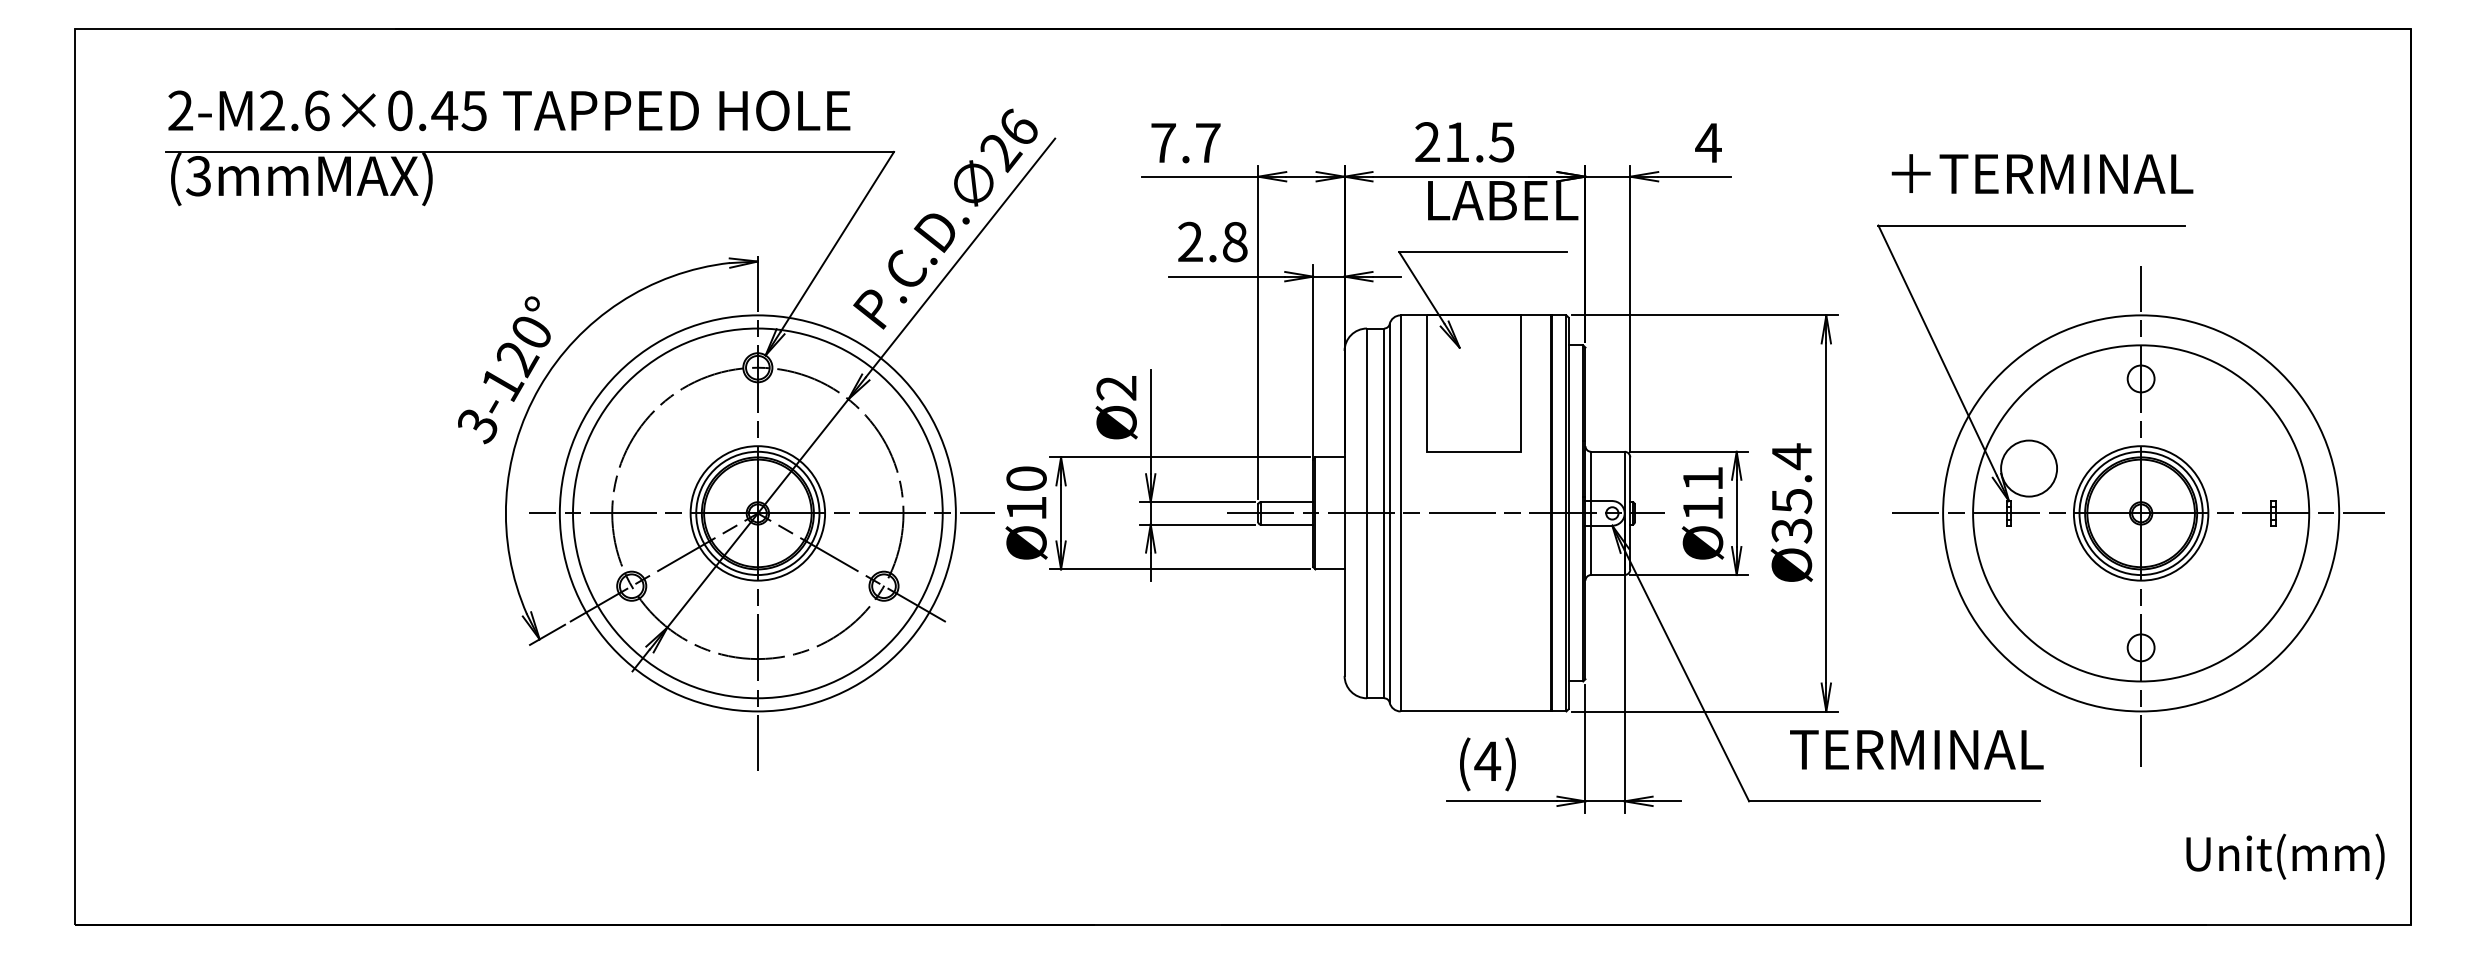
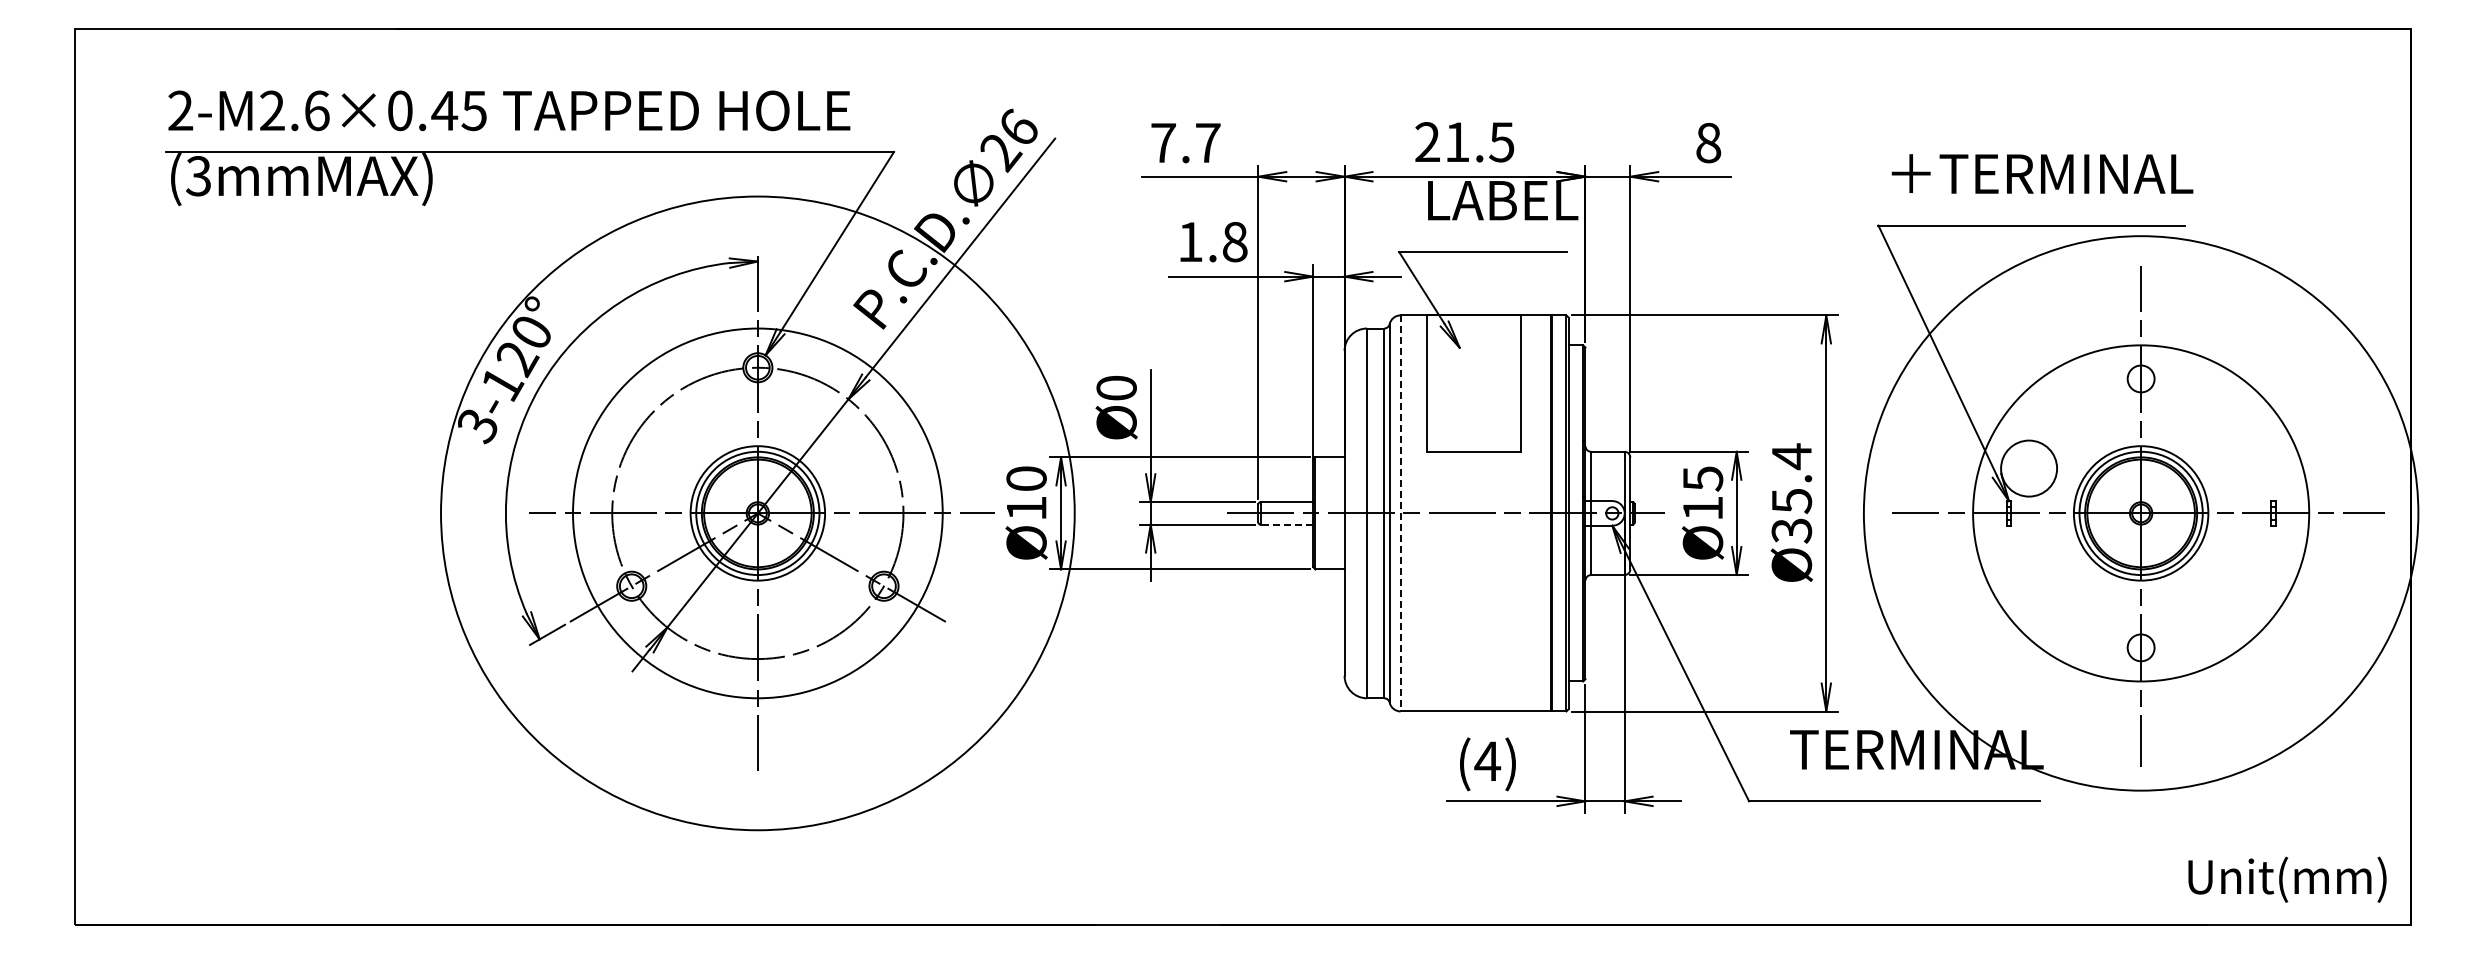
text at (1708, 142): 4 -> 8
text at (1190, 241): 2.8 -> 1.8
text at (1116, 388): Ø2 -> Ø0
text at (1703, 478): Ø11 -> Ø15
circle at (757, 513) diameter: 396 px -> 634 px
line at (1400, 513): solid -> dashed
circle at (2141, 513) diameter: 396 px -> 554 px
line at (1286, 524): solid -> dashed
text at (2285, 856) position: (2285, 856) -> (2287, 879)
